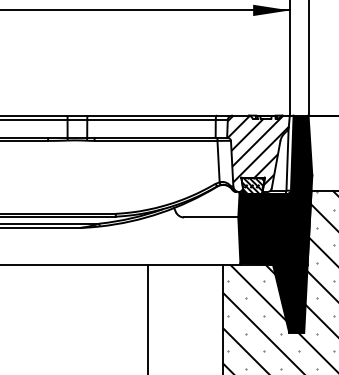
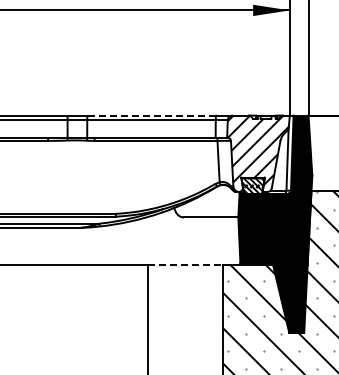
line at (152, 115): solid -> dashed
line at (186, 265): solid -> dashed
